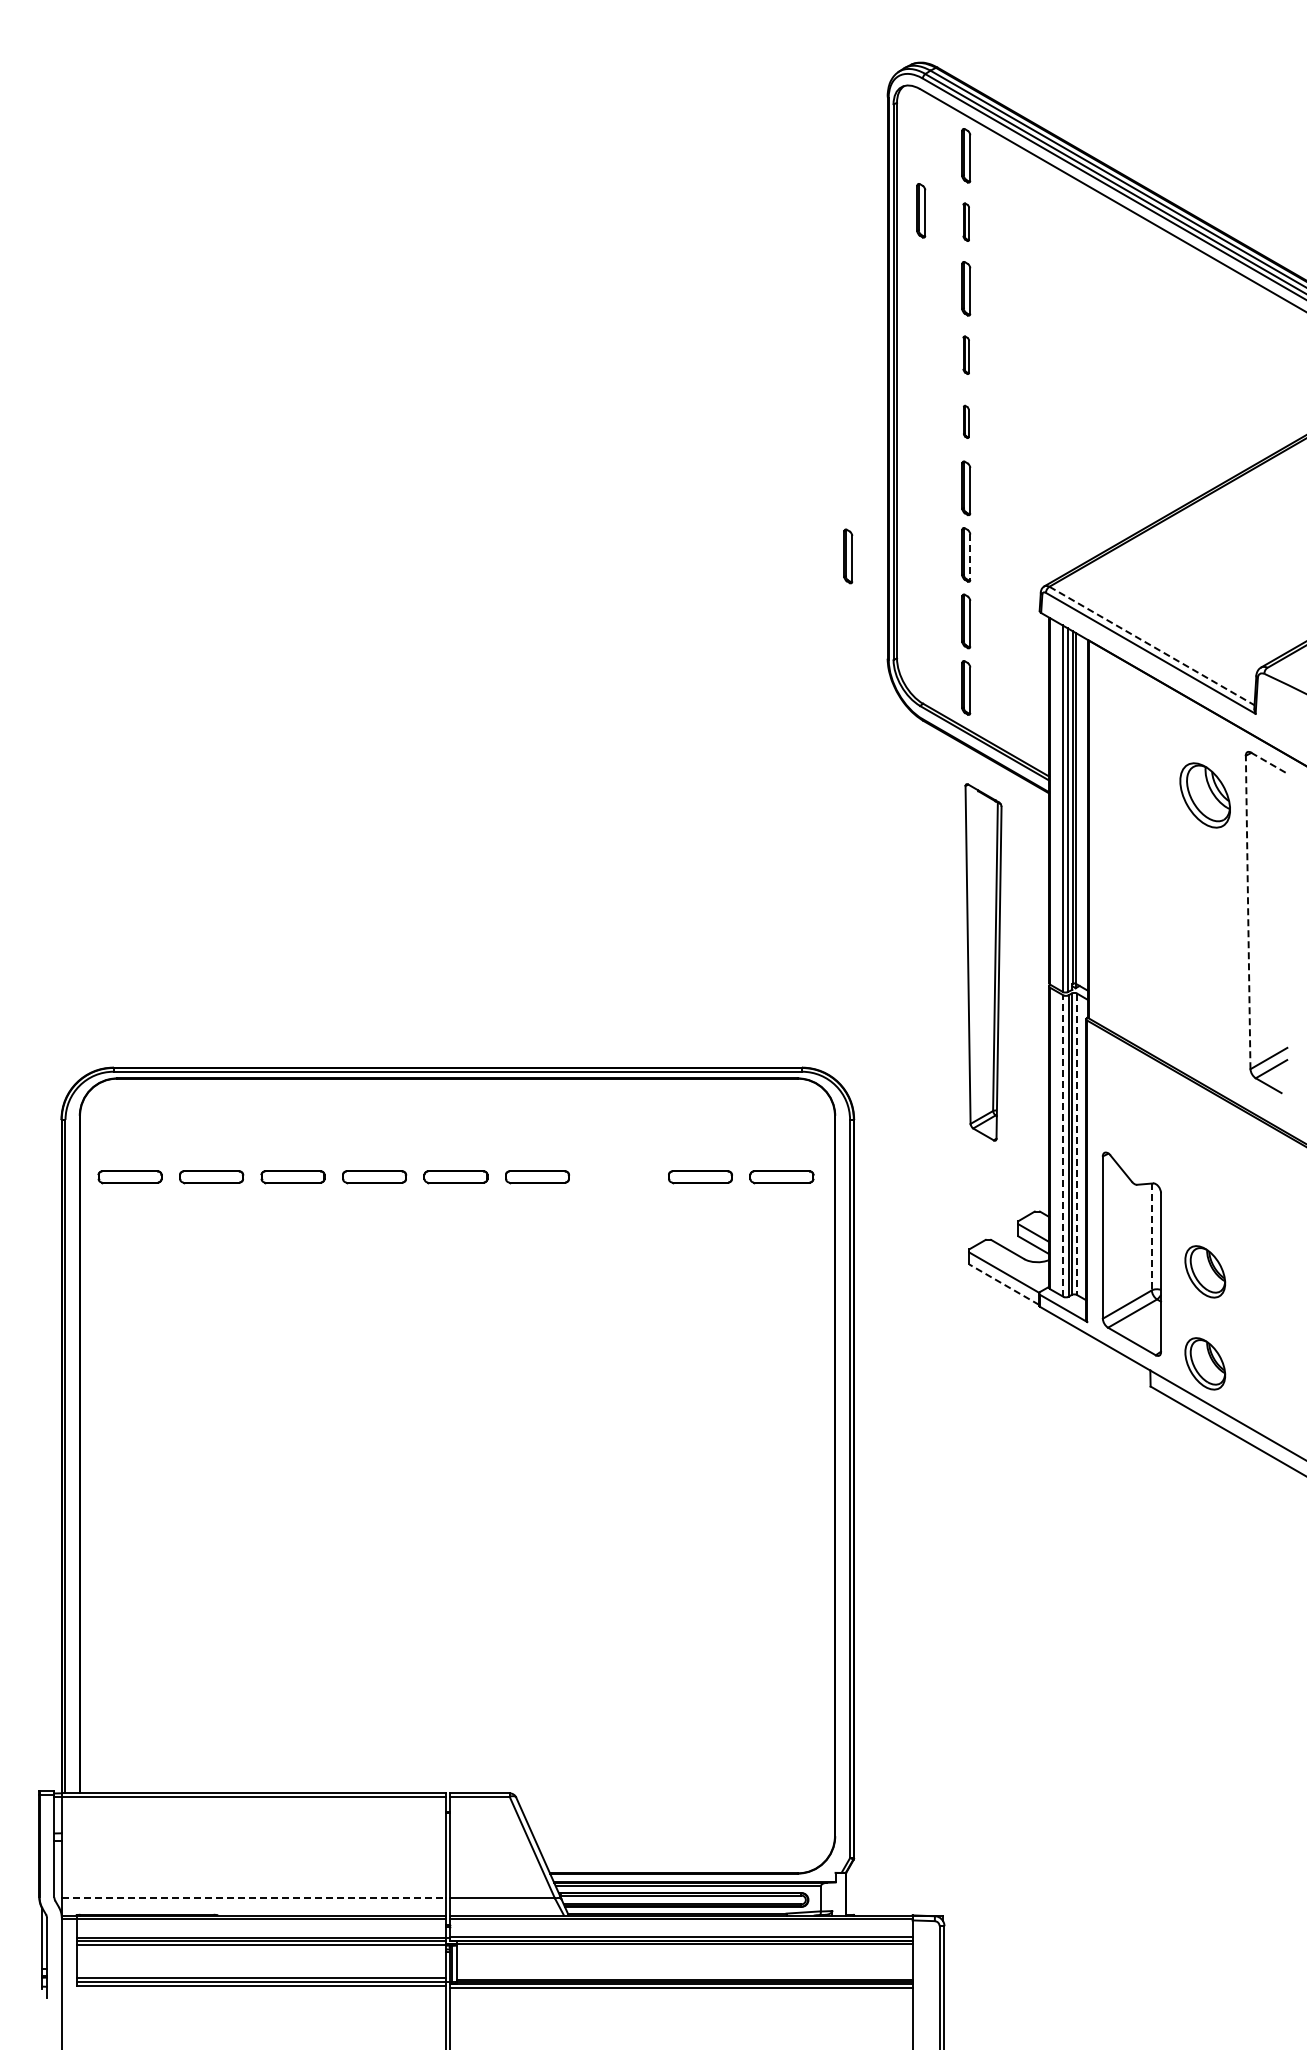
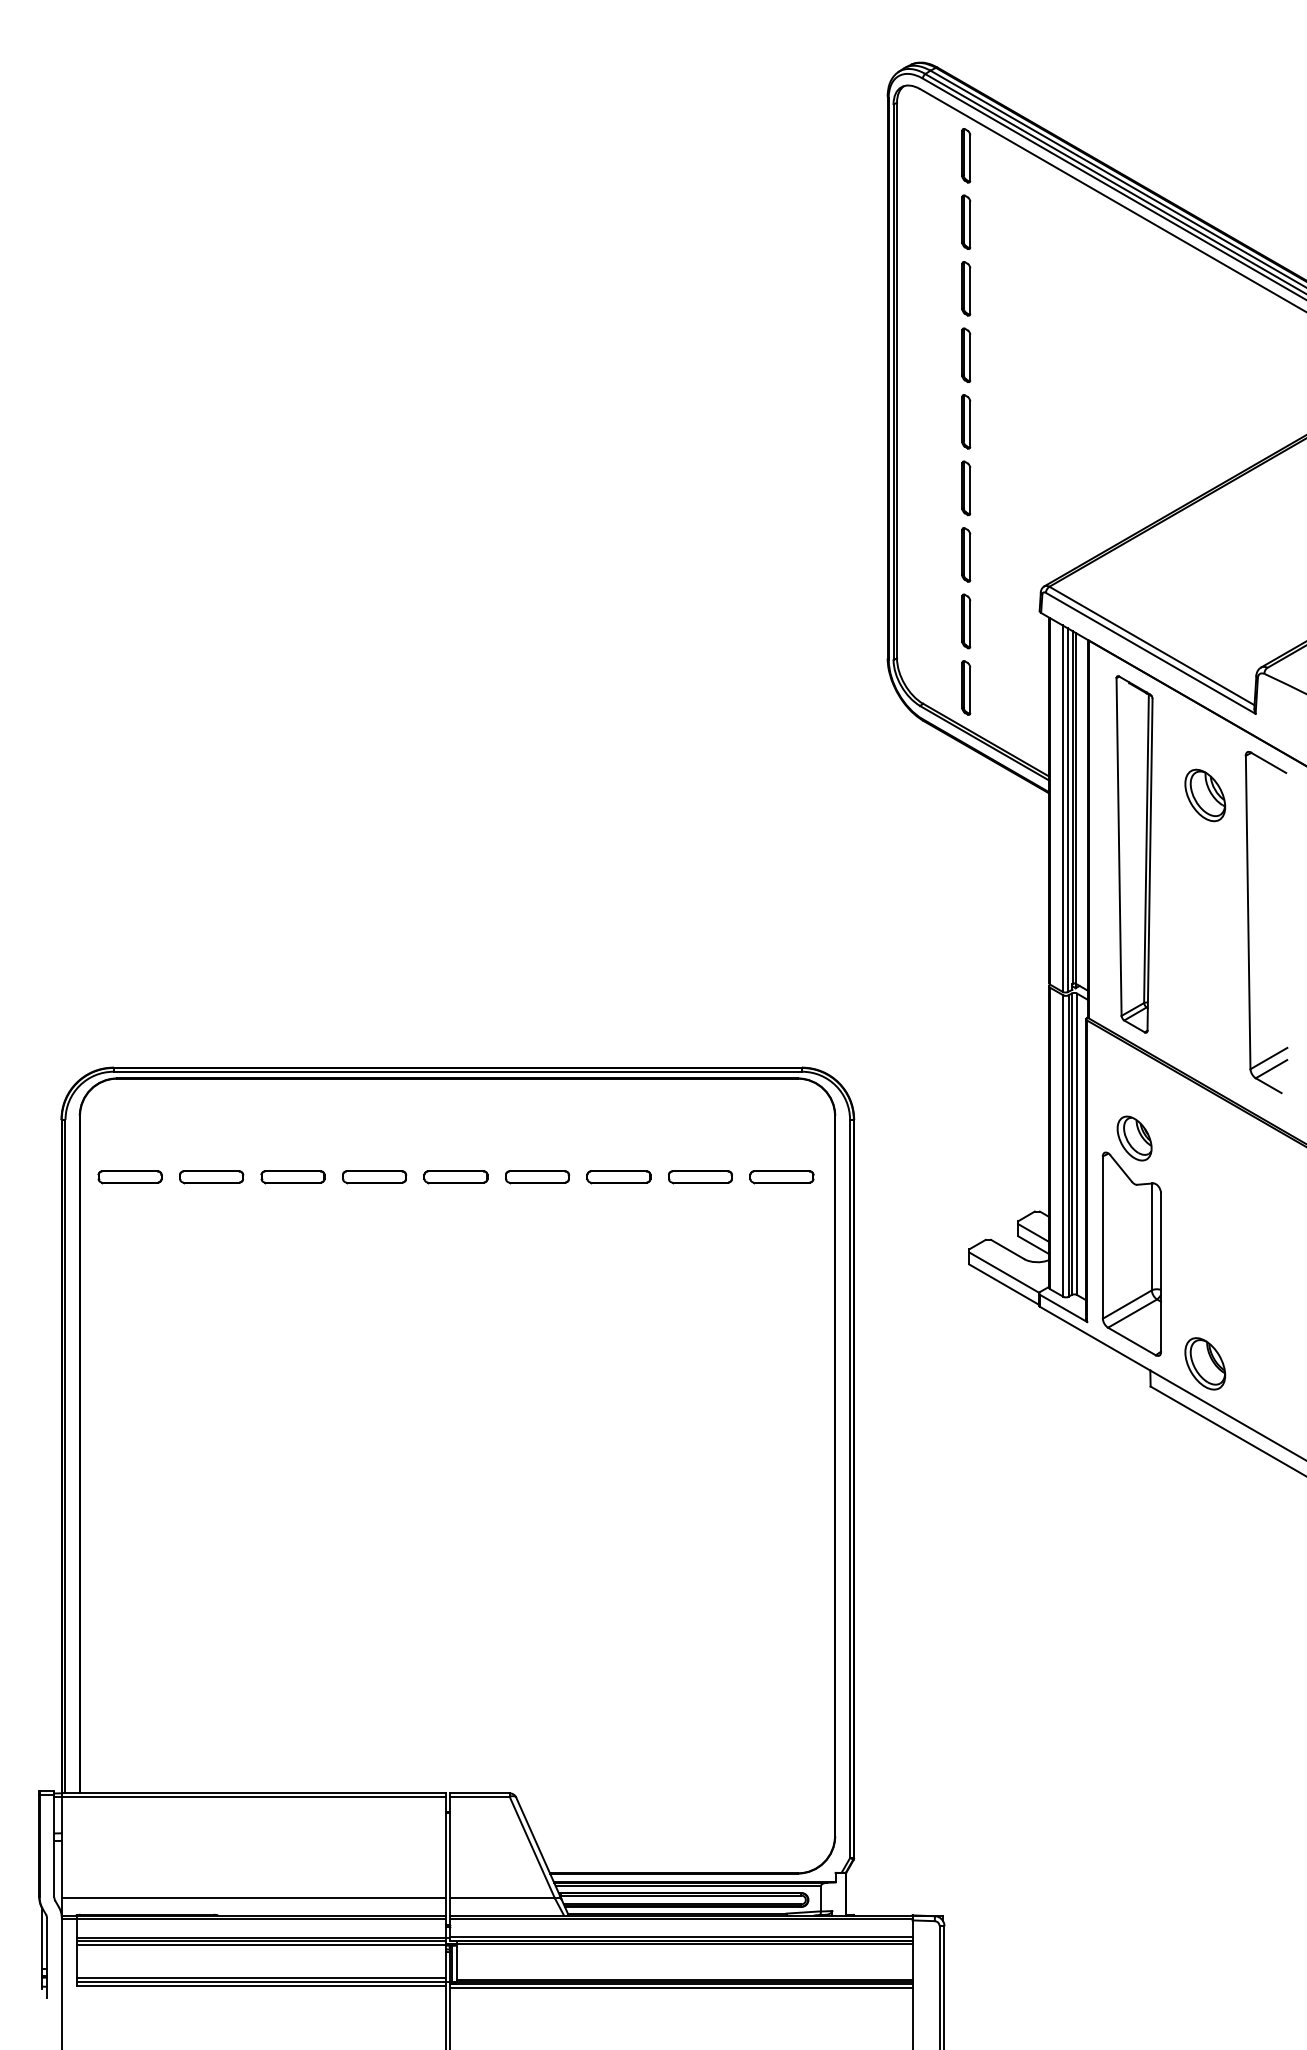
part at (921, 210): present -> none
part at (965, 221) size: 8x40 px -> 11x56 px
part at (965, 354) size: 8x40 px -> 11x56 px
part at (966, 421) size: 7x35 px -> 11x56 px
part at (848, 556): present -> none
line at (970, 557): dashed -> solid
line at (1152, 646): dashed -> solid
line at (1269, 763): dashed -> solid
part at (1204, 795) size: 52x67 px -> 43x55 px
line at (1248, 912): dashed -> solid
part at (983, 962) position: (983, 962) -> (1134, 854)
part at (1134, 1138): none -> present
line at (1077, 1144): dashed -> solid
line at (1063, 1146): dashed -> solid
part at (618, 1177): none -> present
line at (1151, 1237): dashed -> solid
part at (1205, 1271): present -> none
line at (1003, 1284): dashed -> solid
line at (254, 1898): dashed -> solid
